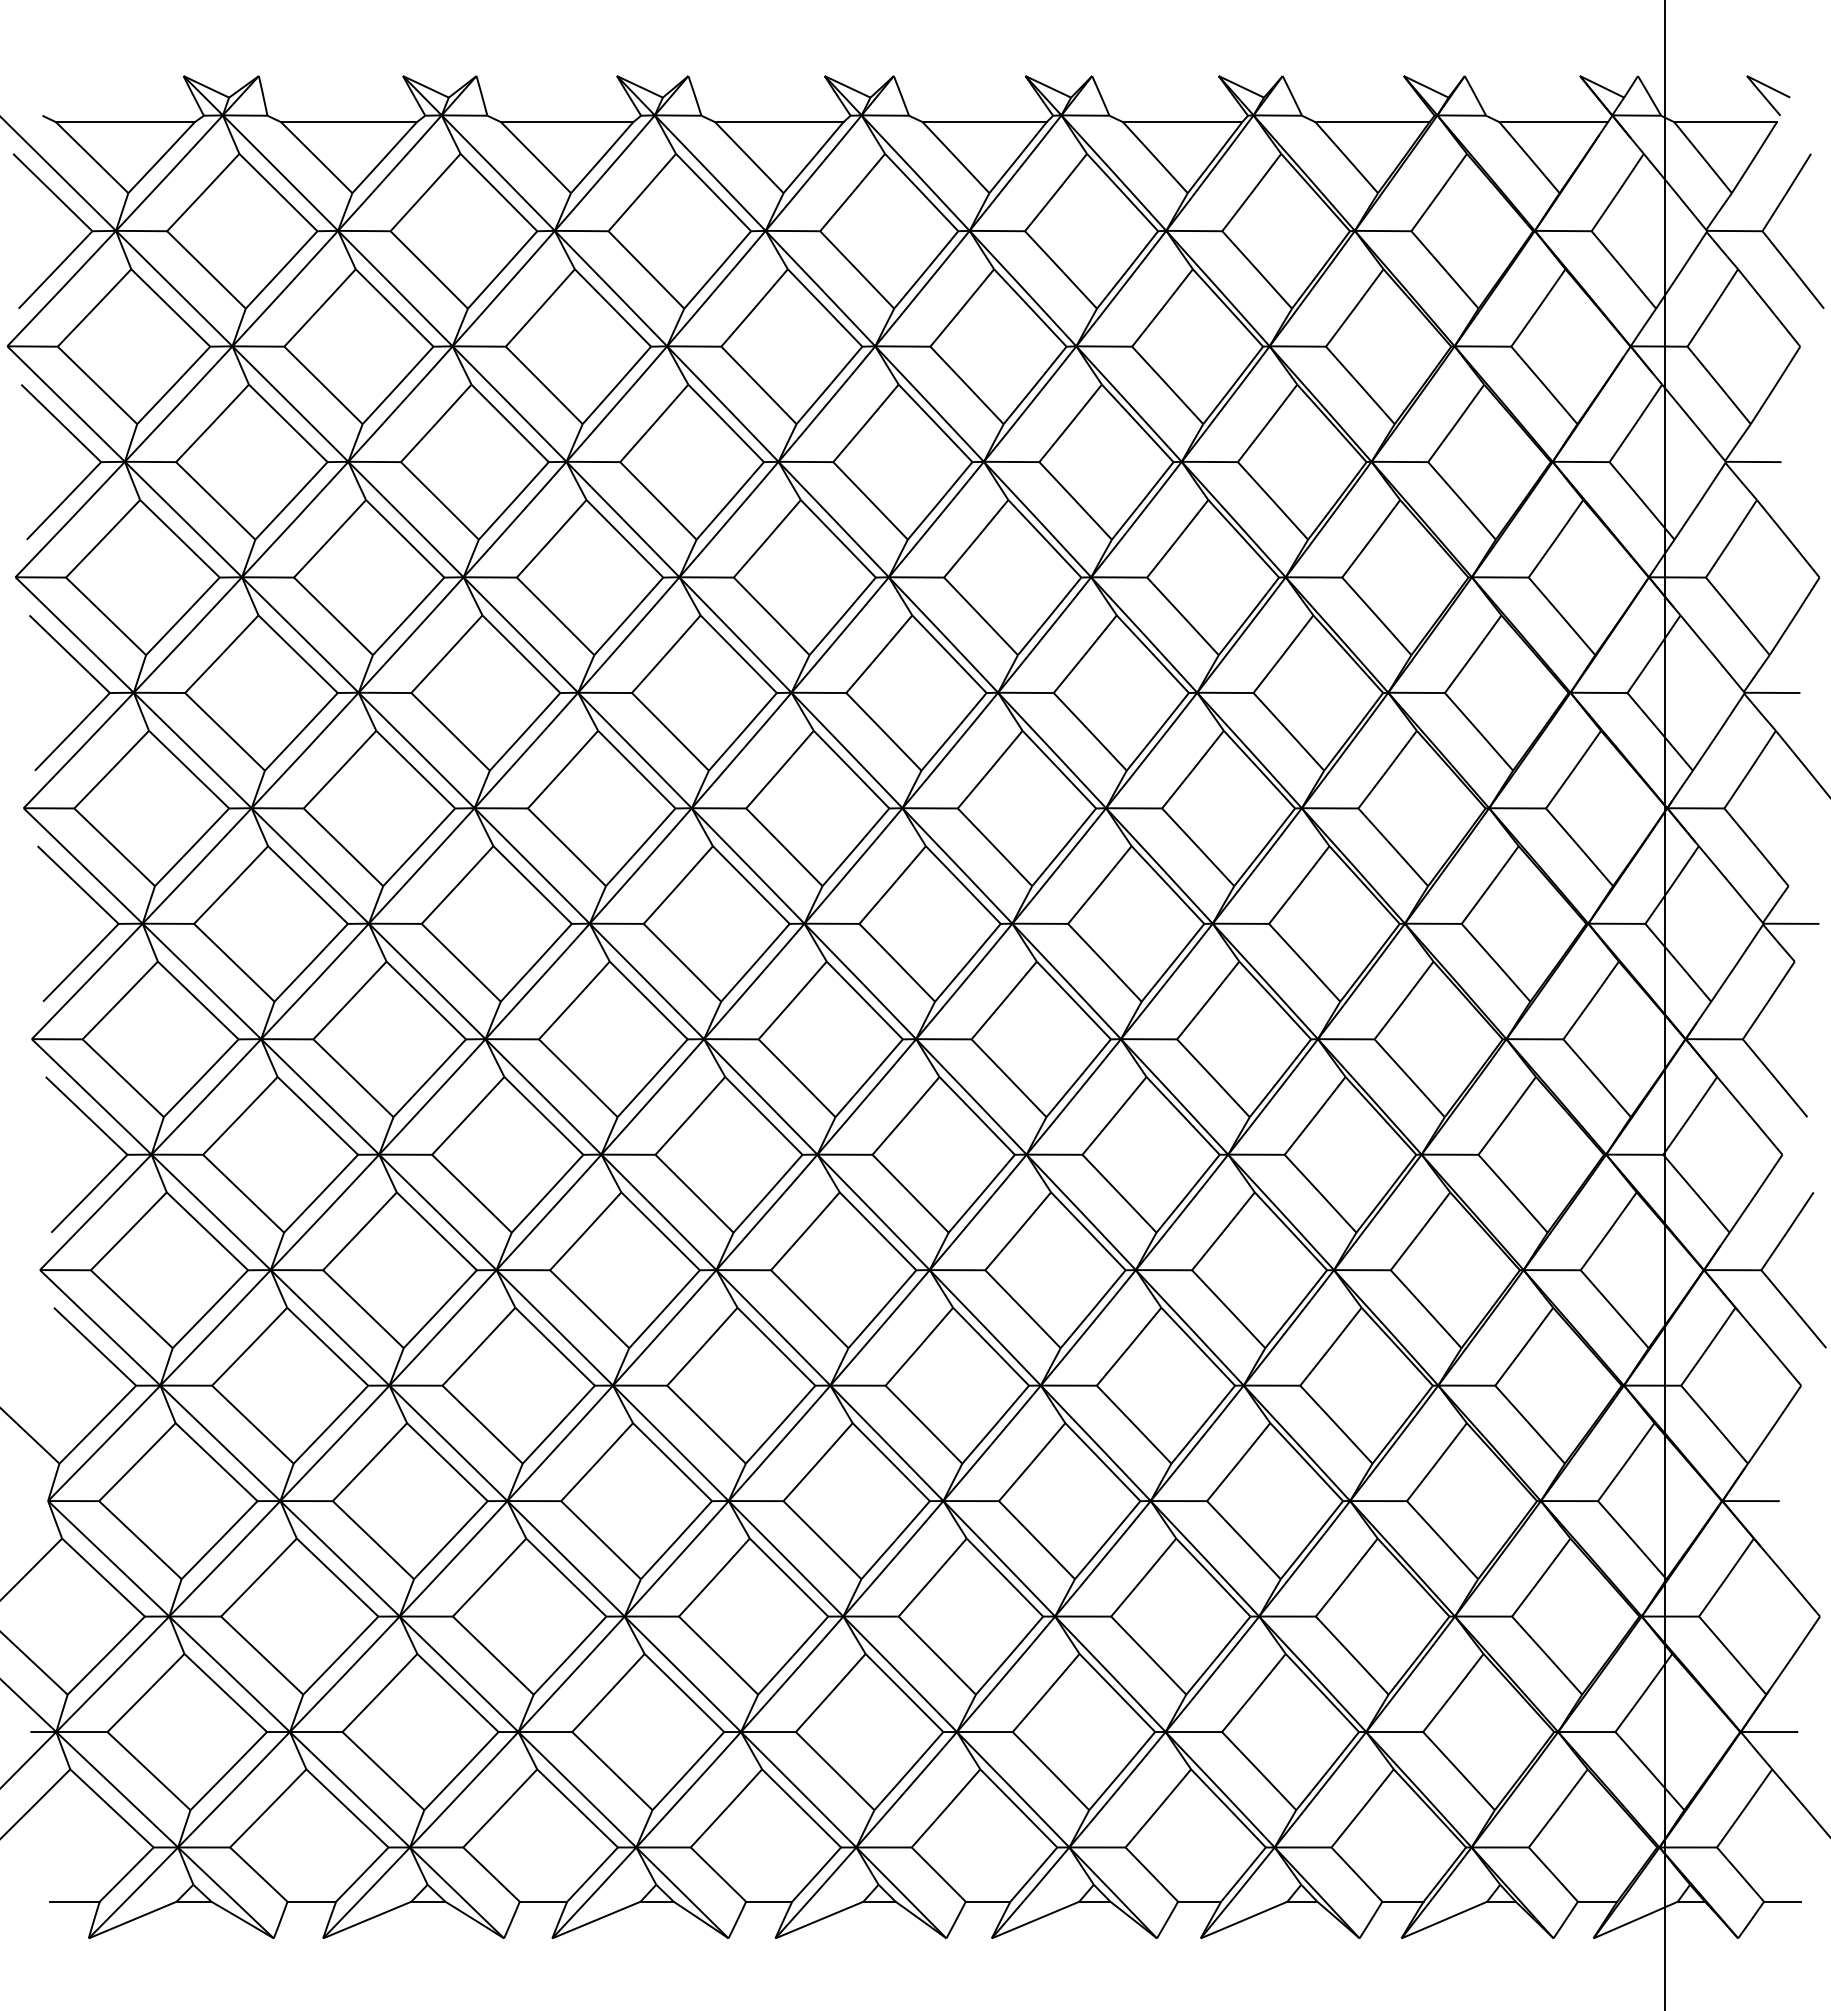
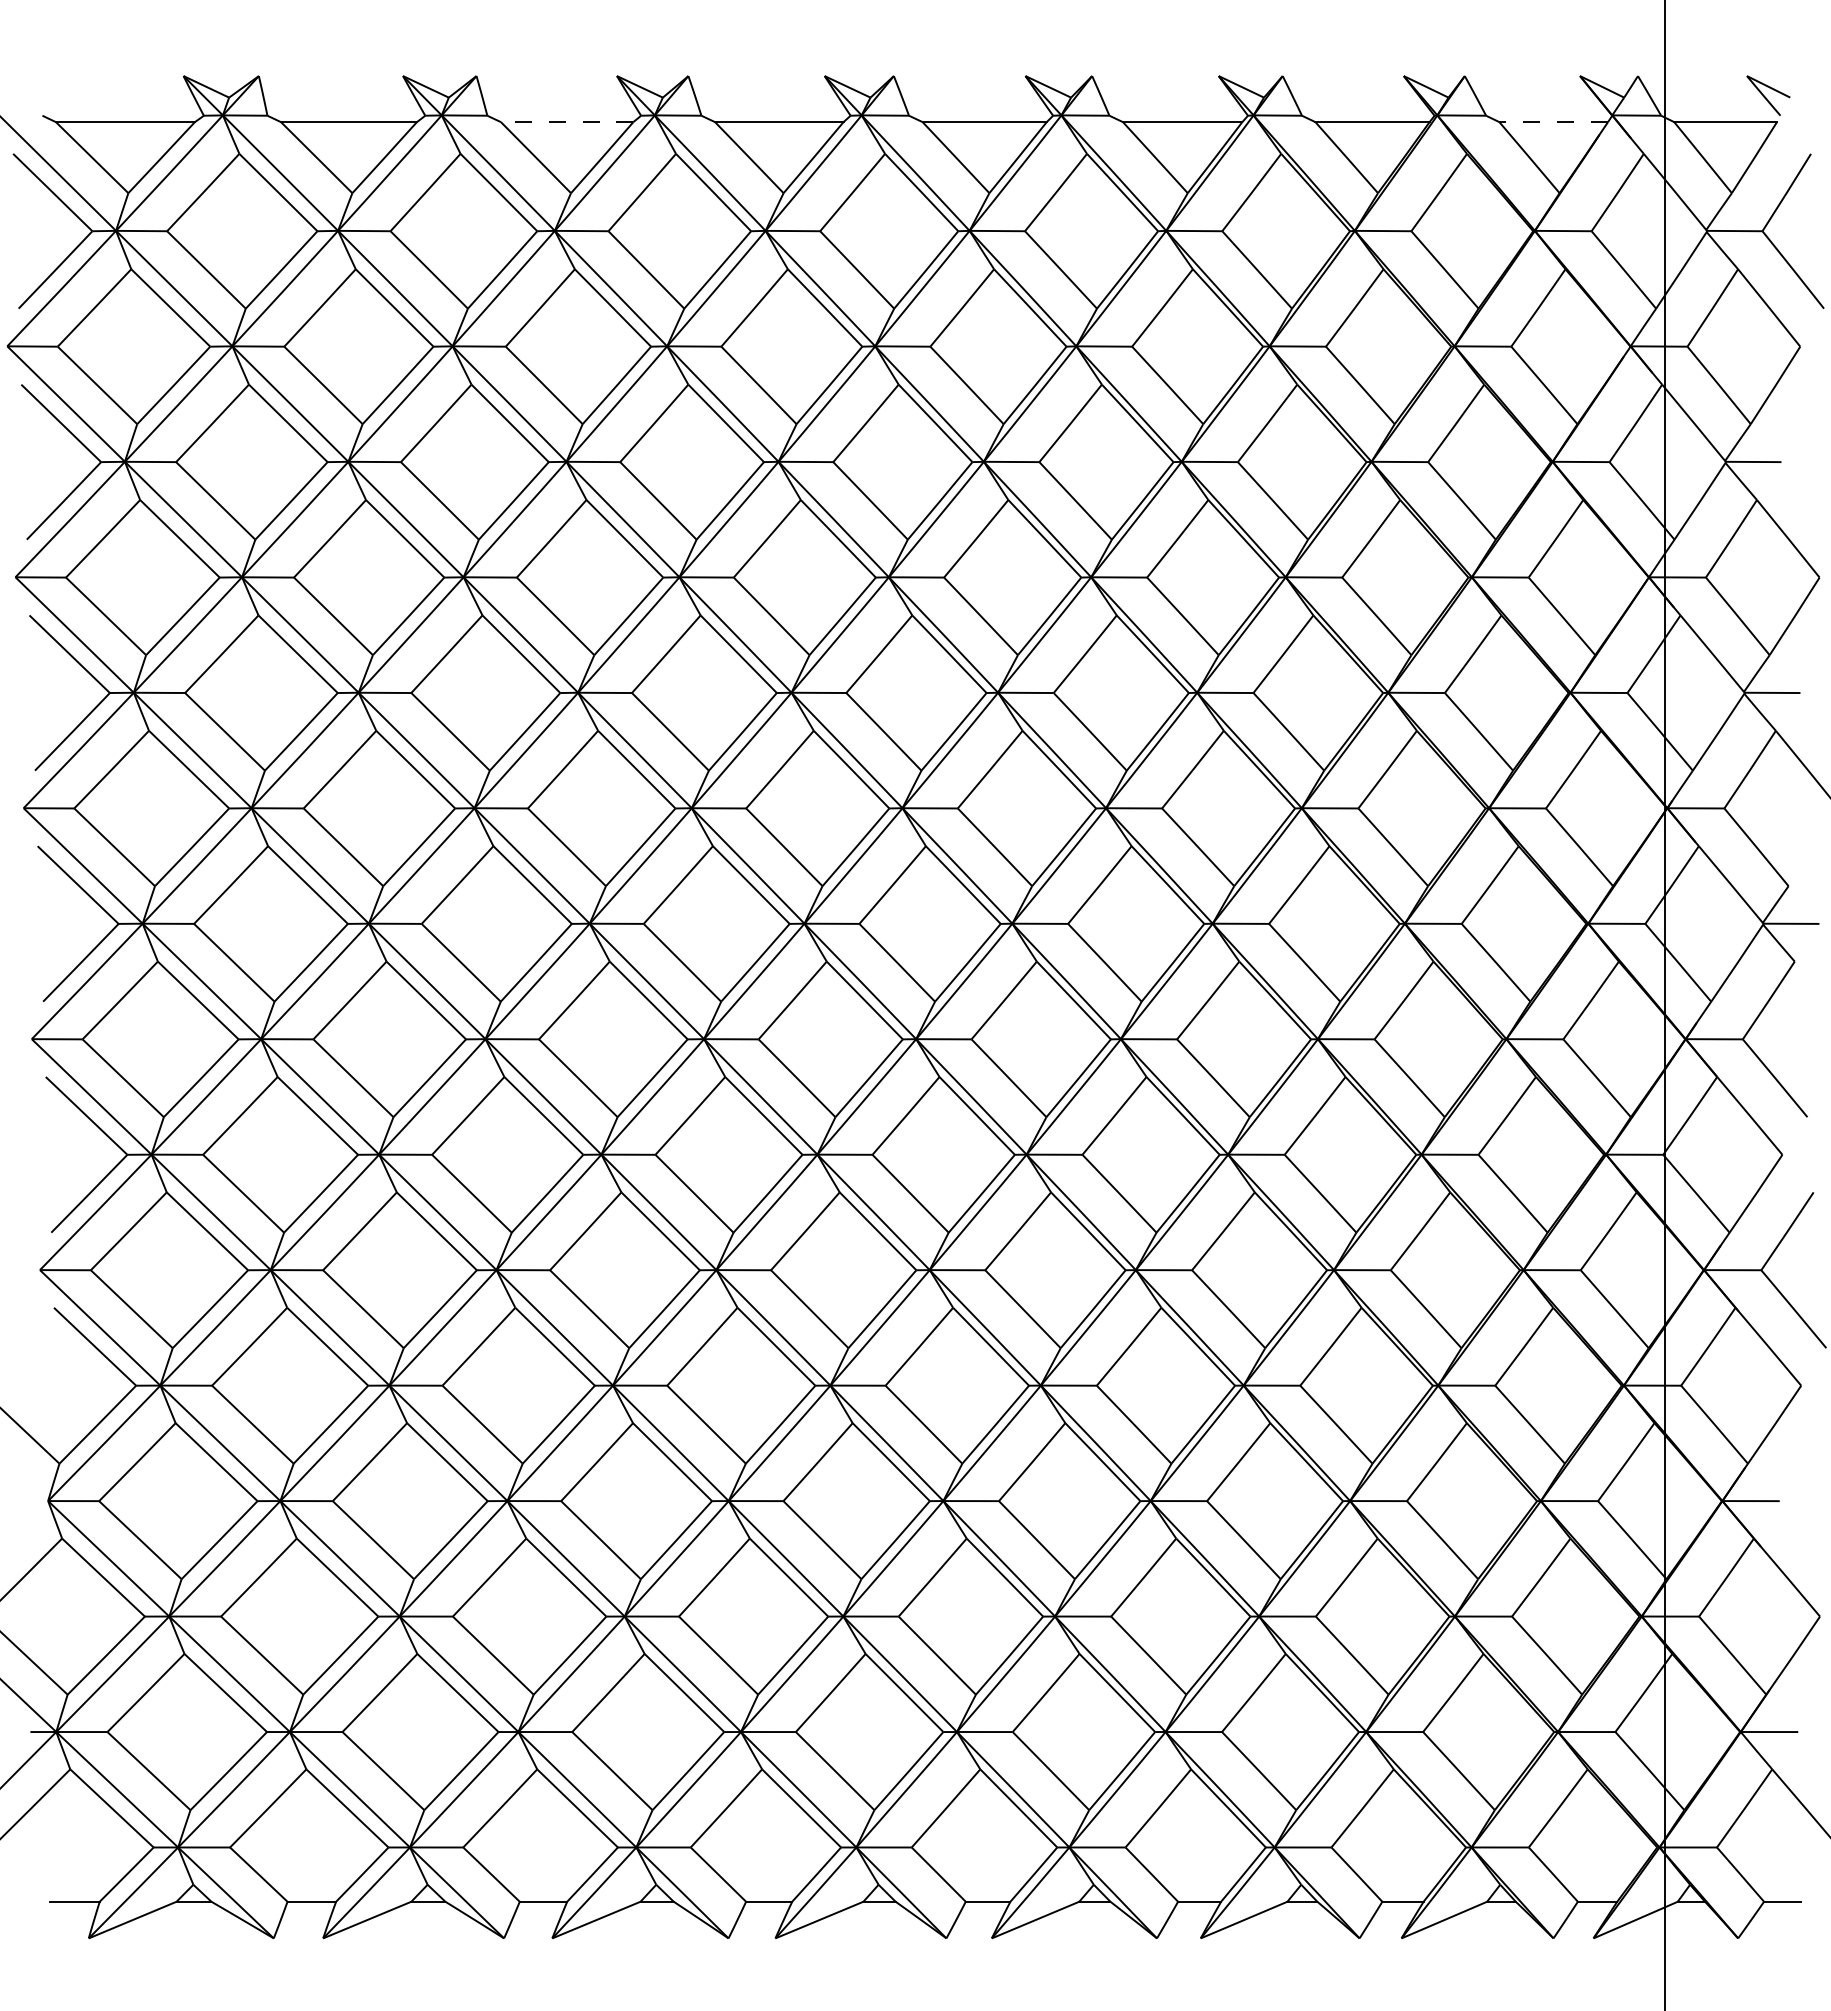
line at (566, 122): solid -> dashed
line at (1553, 122): solid -> dashed
